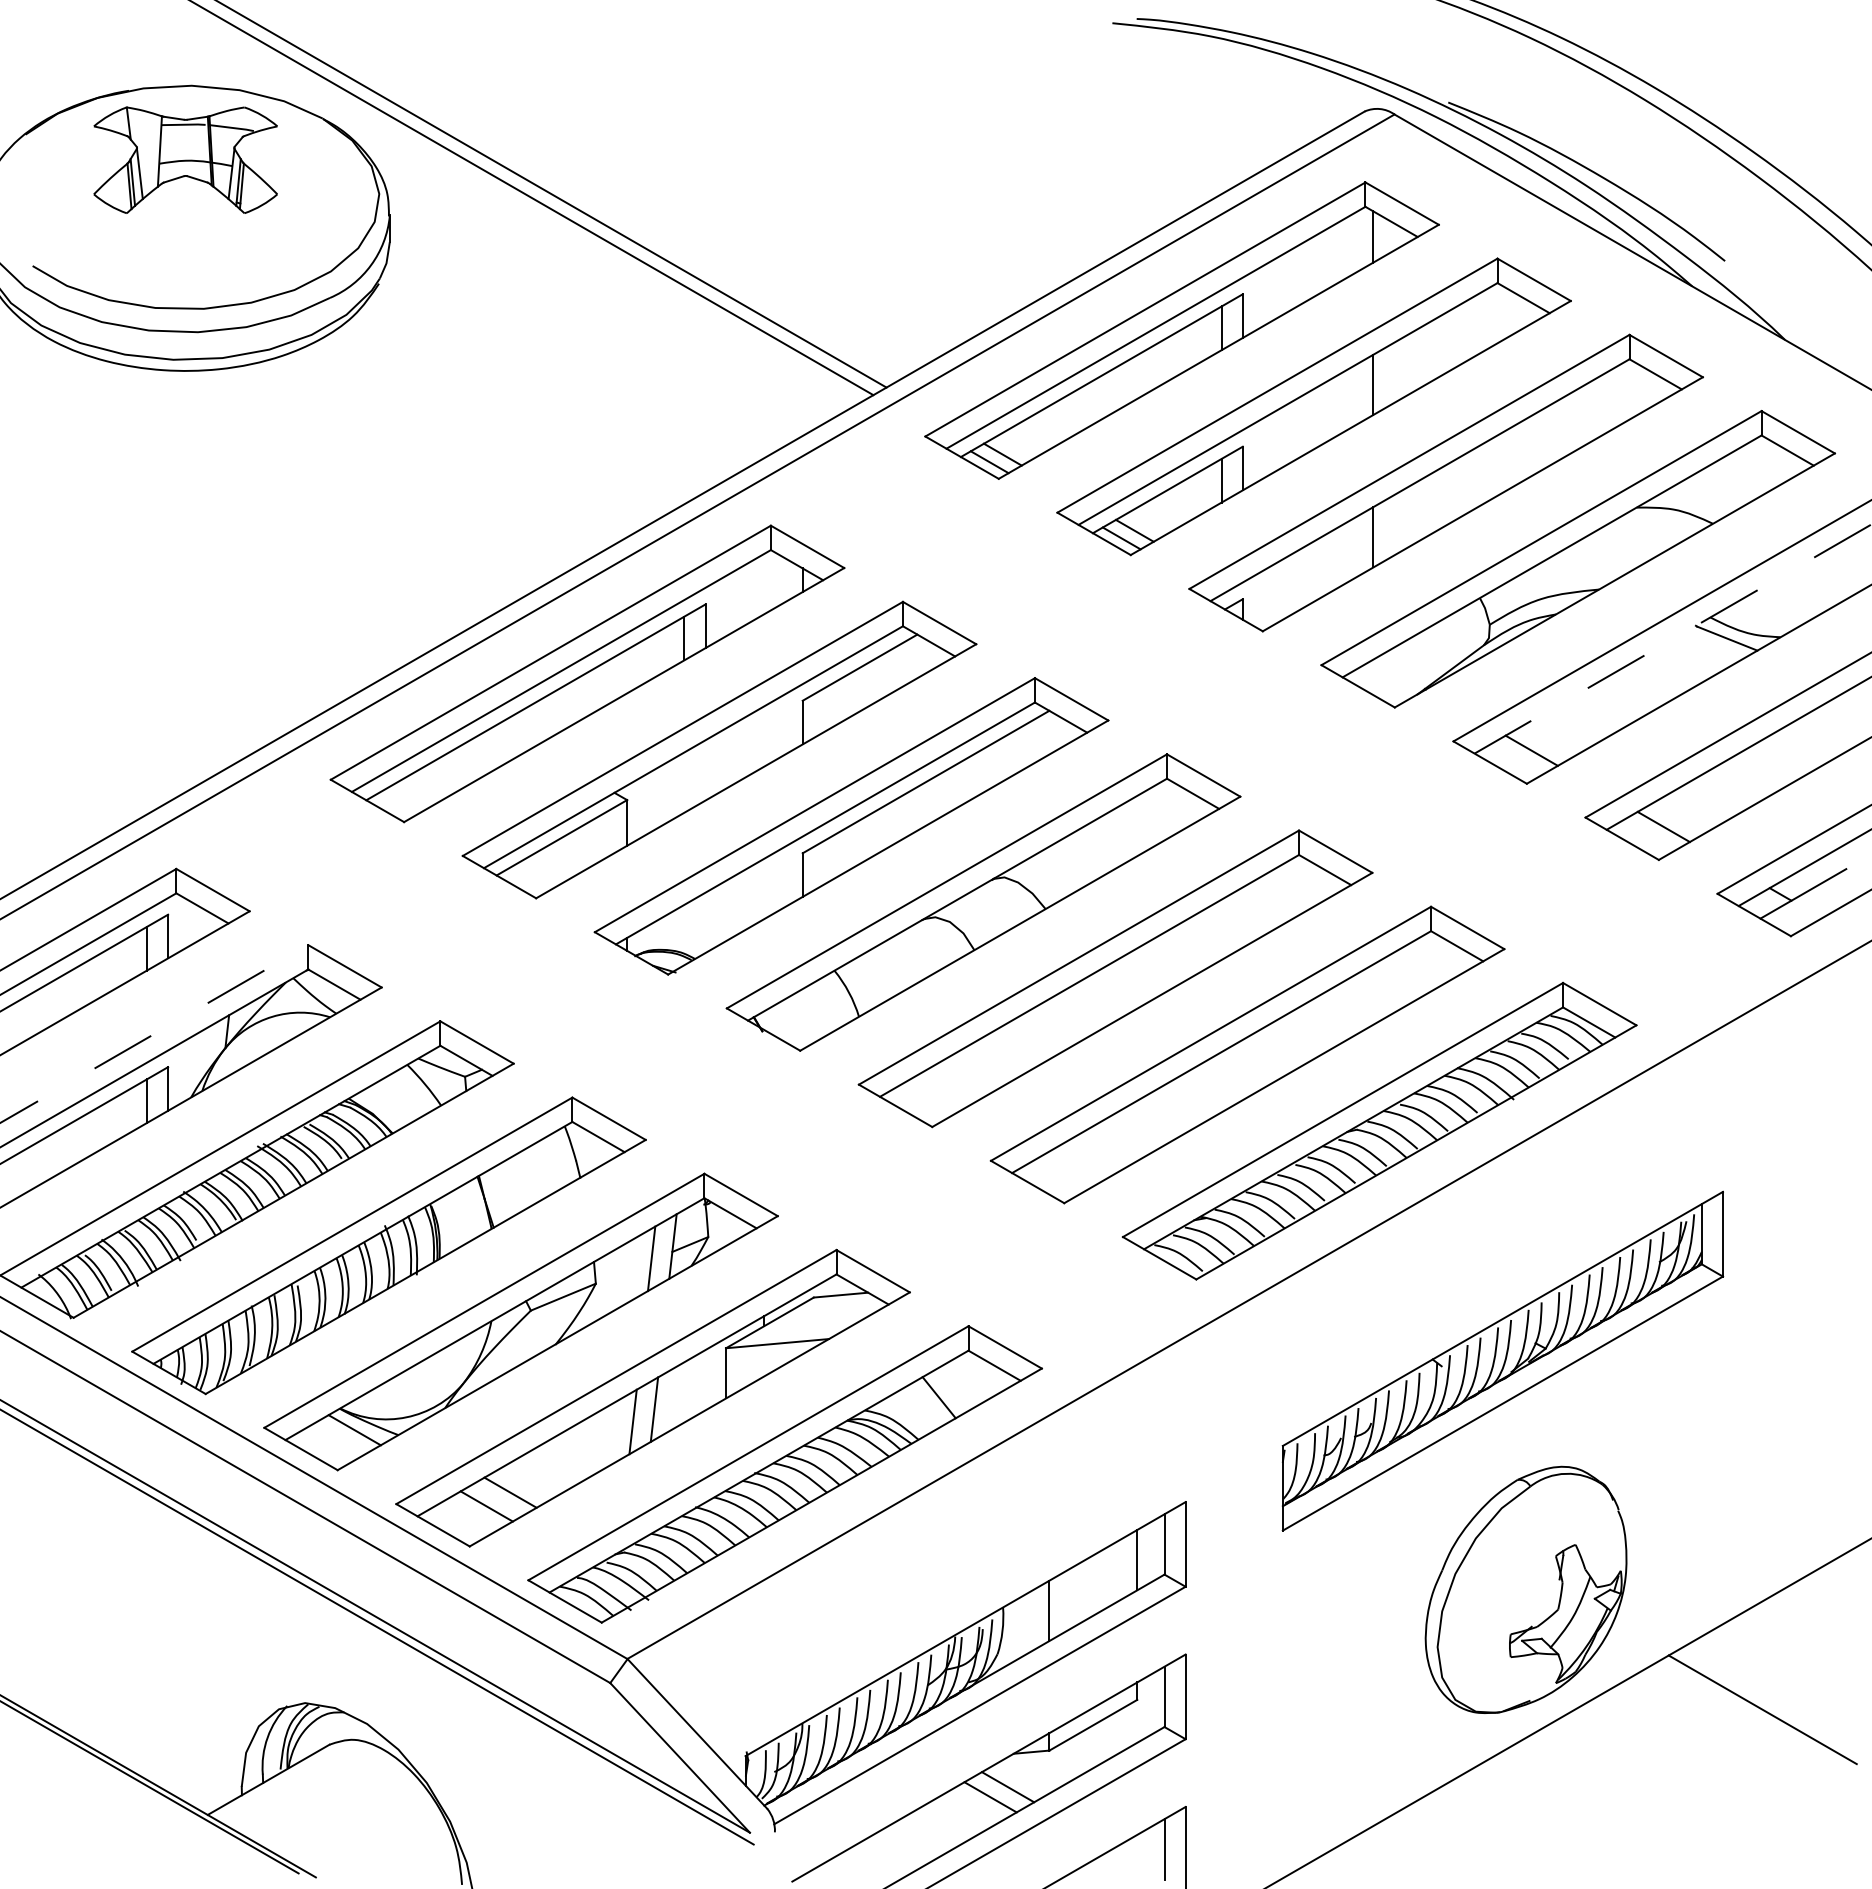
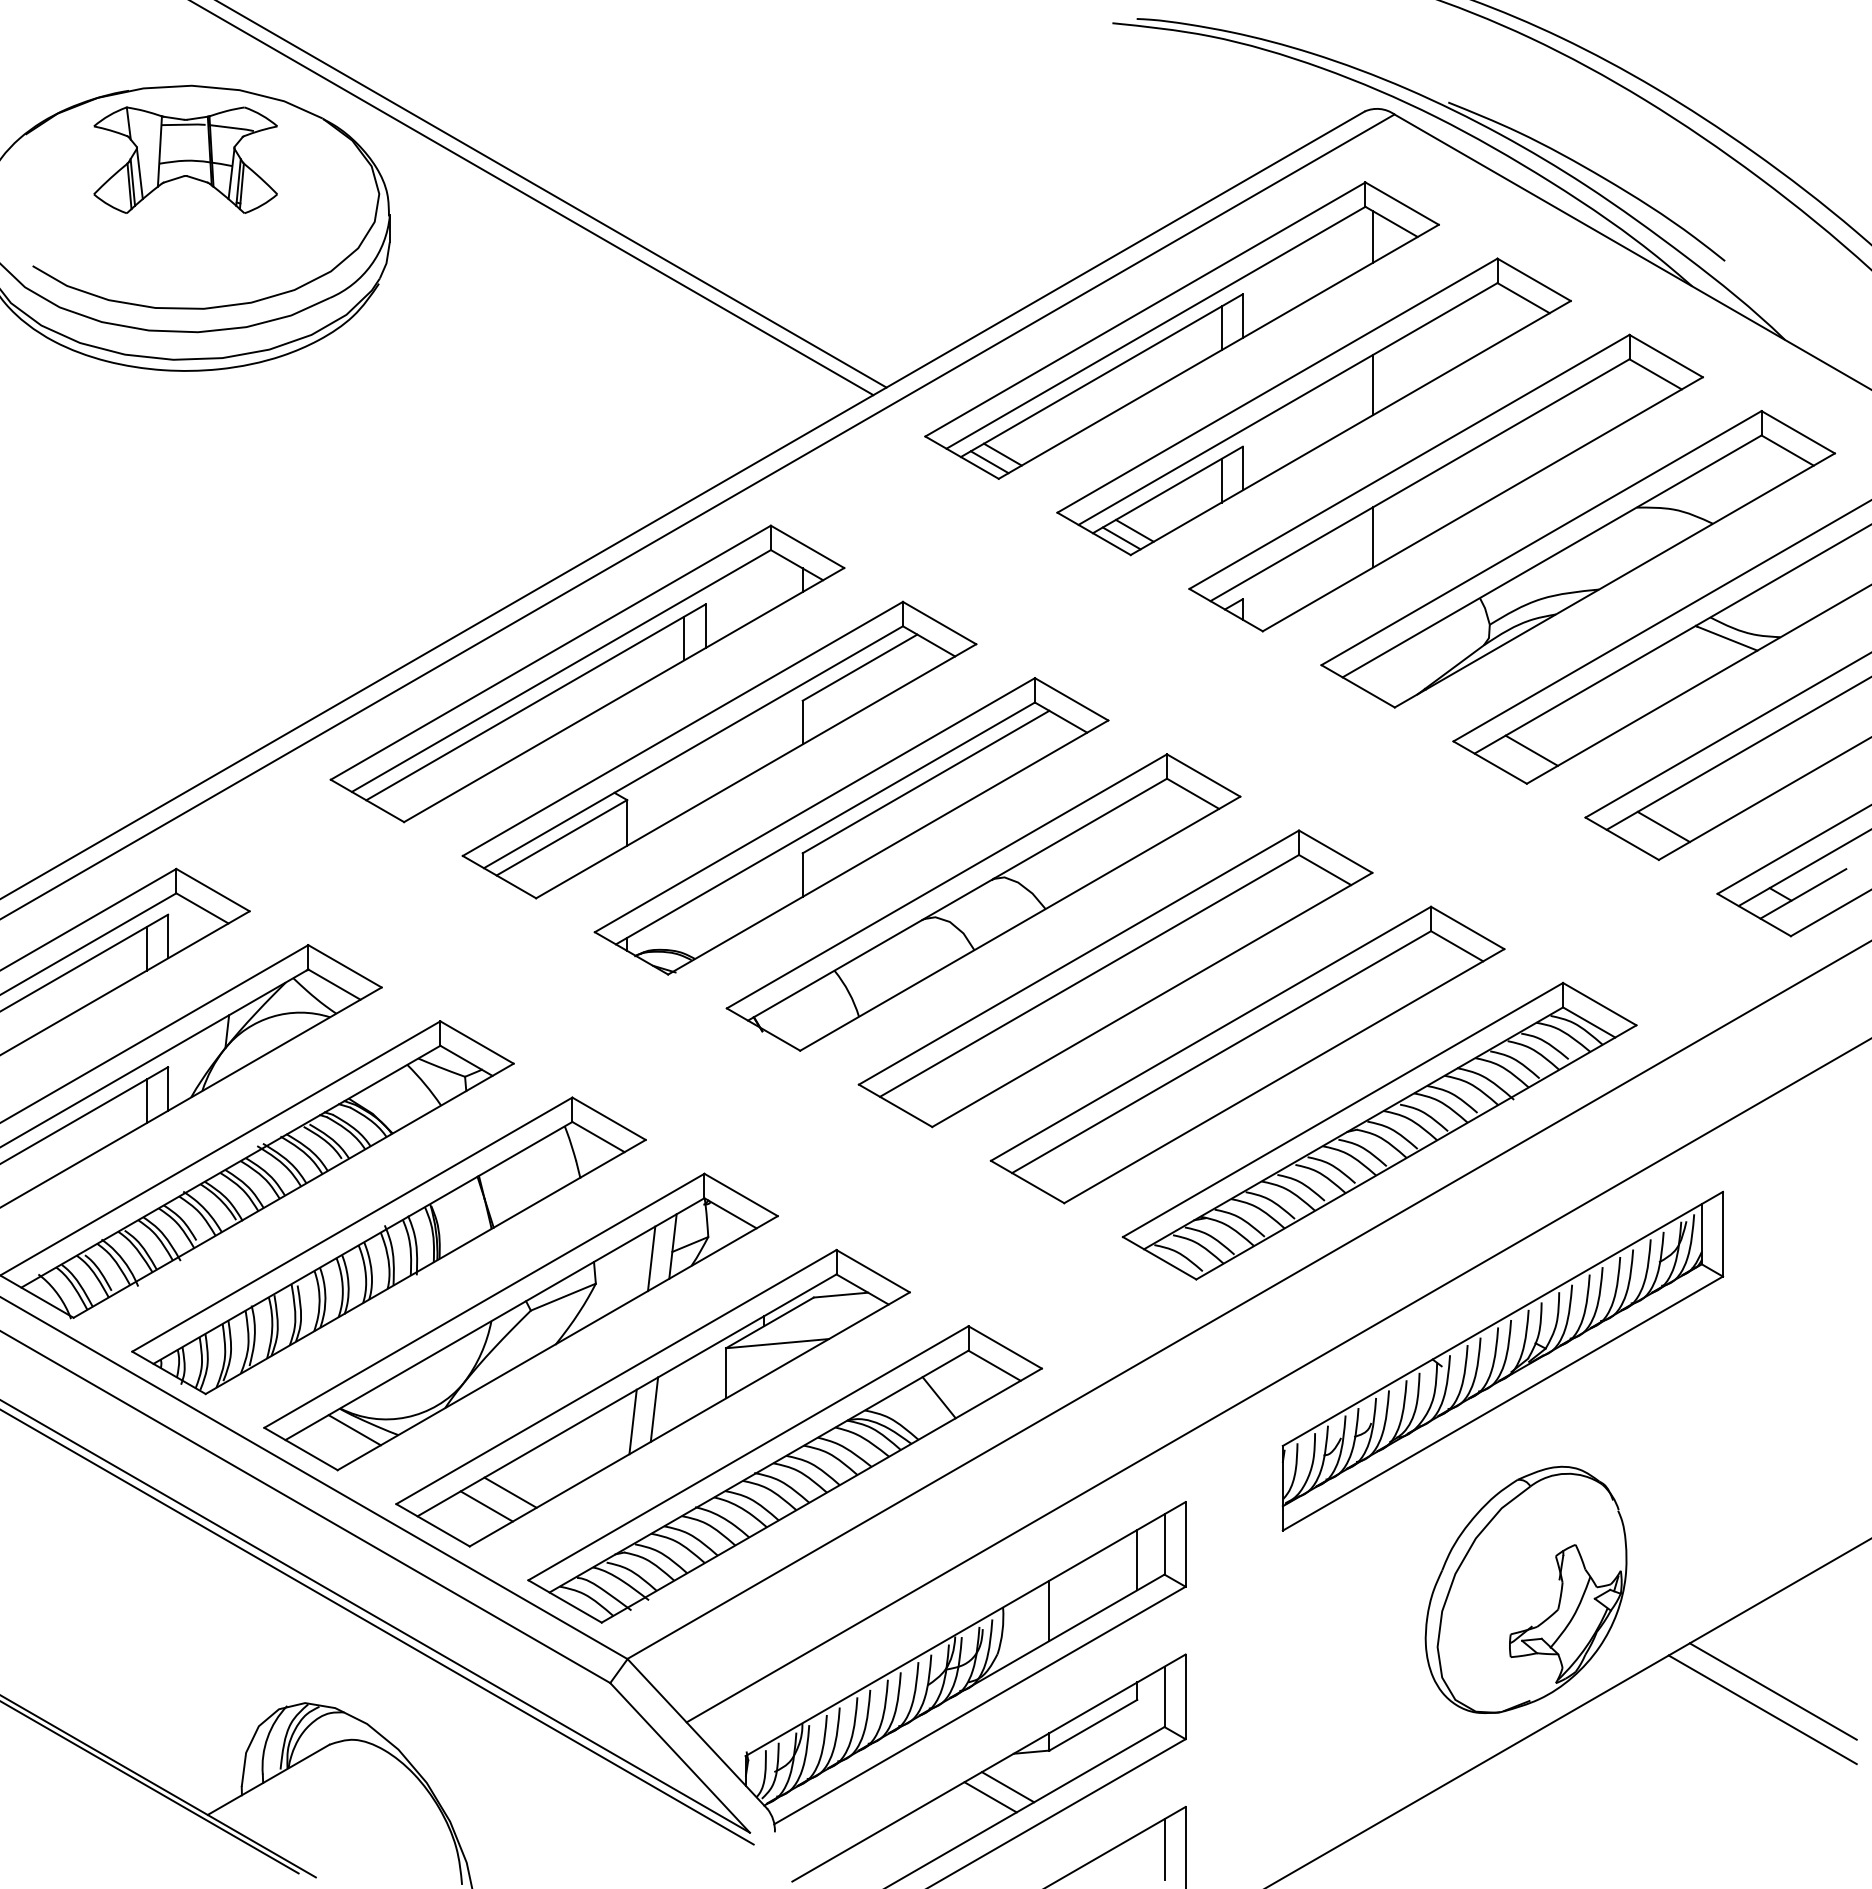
line at (1673, 638): dashed -> solid
line at (154, 1034): dashed -> solid
line at (1277, 1381): none -> present
line at (1772, 1691): none -> present
